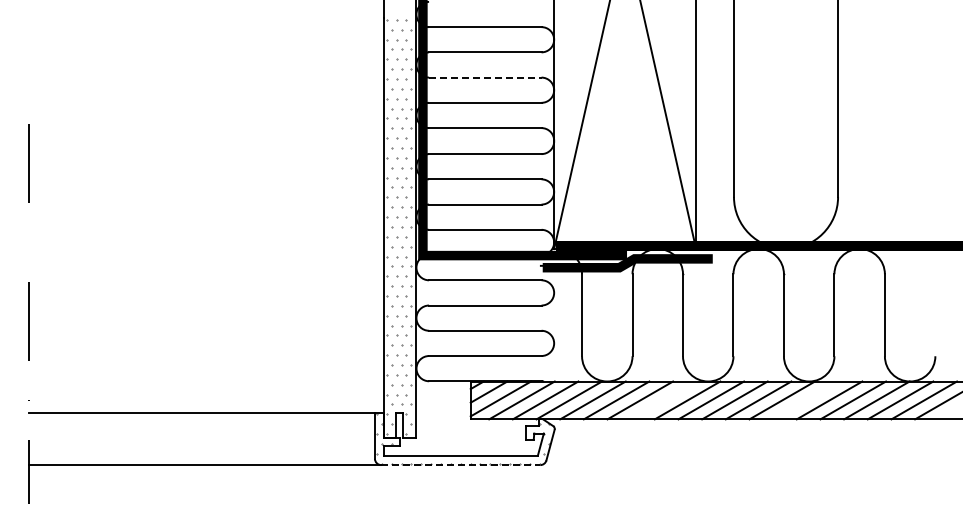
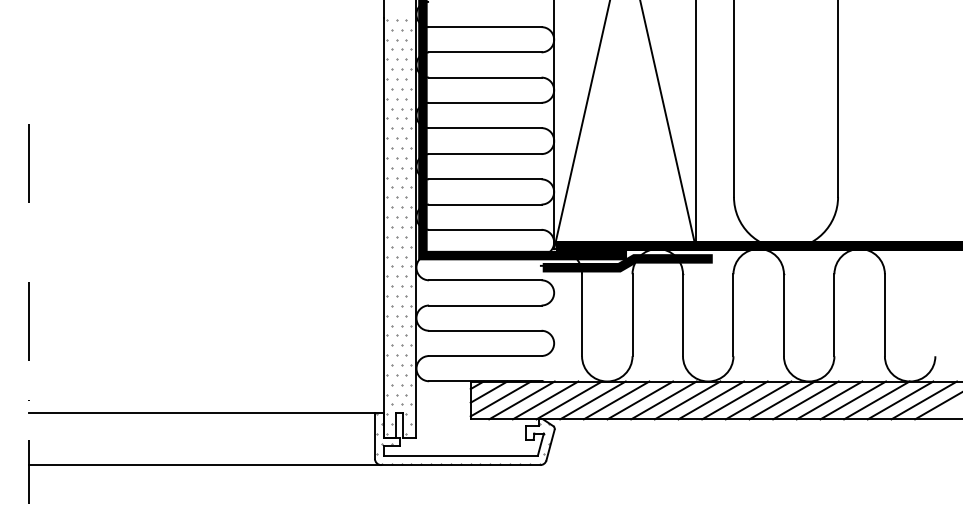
line at (485, 77): dashed -> solid
line at (663, 400): none -> present
line at (805, 400): none -> present
line at (460, 465): dashed -> solid
